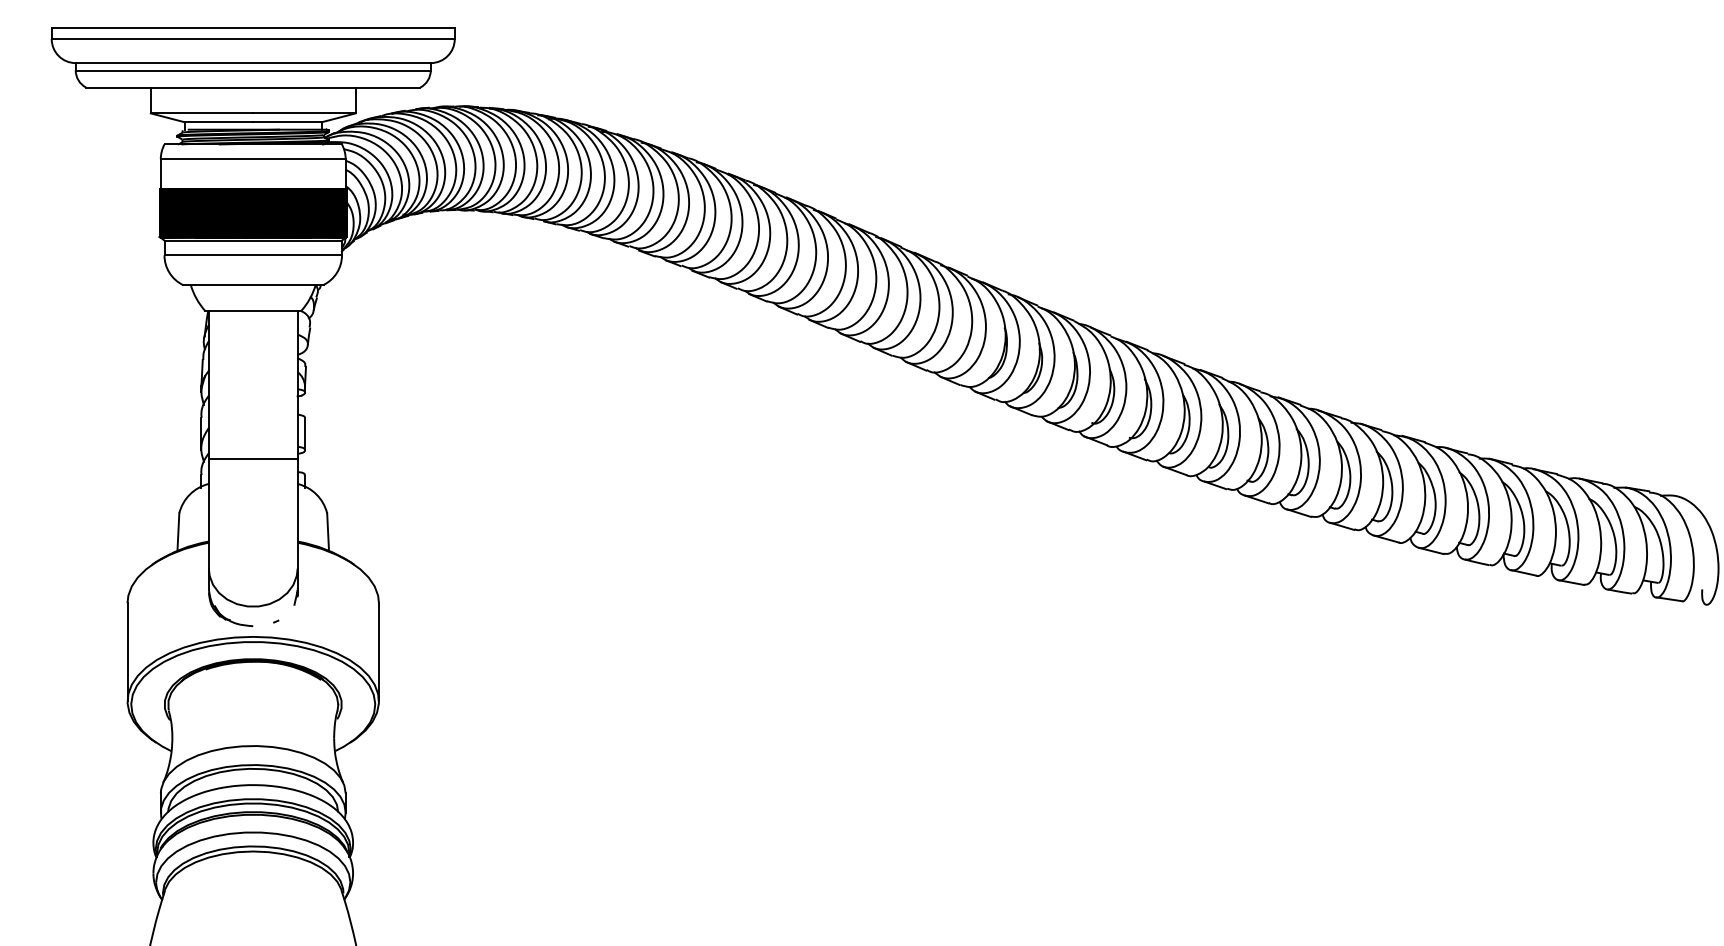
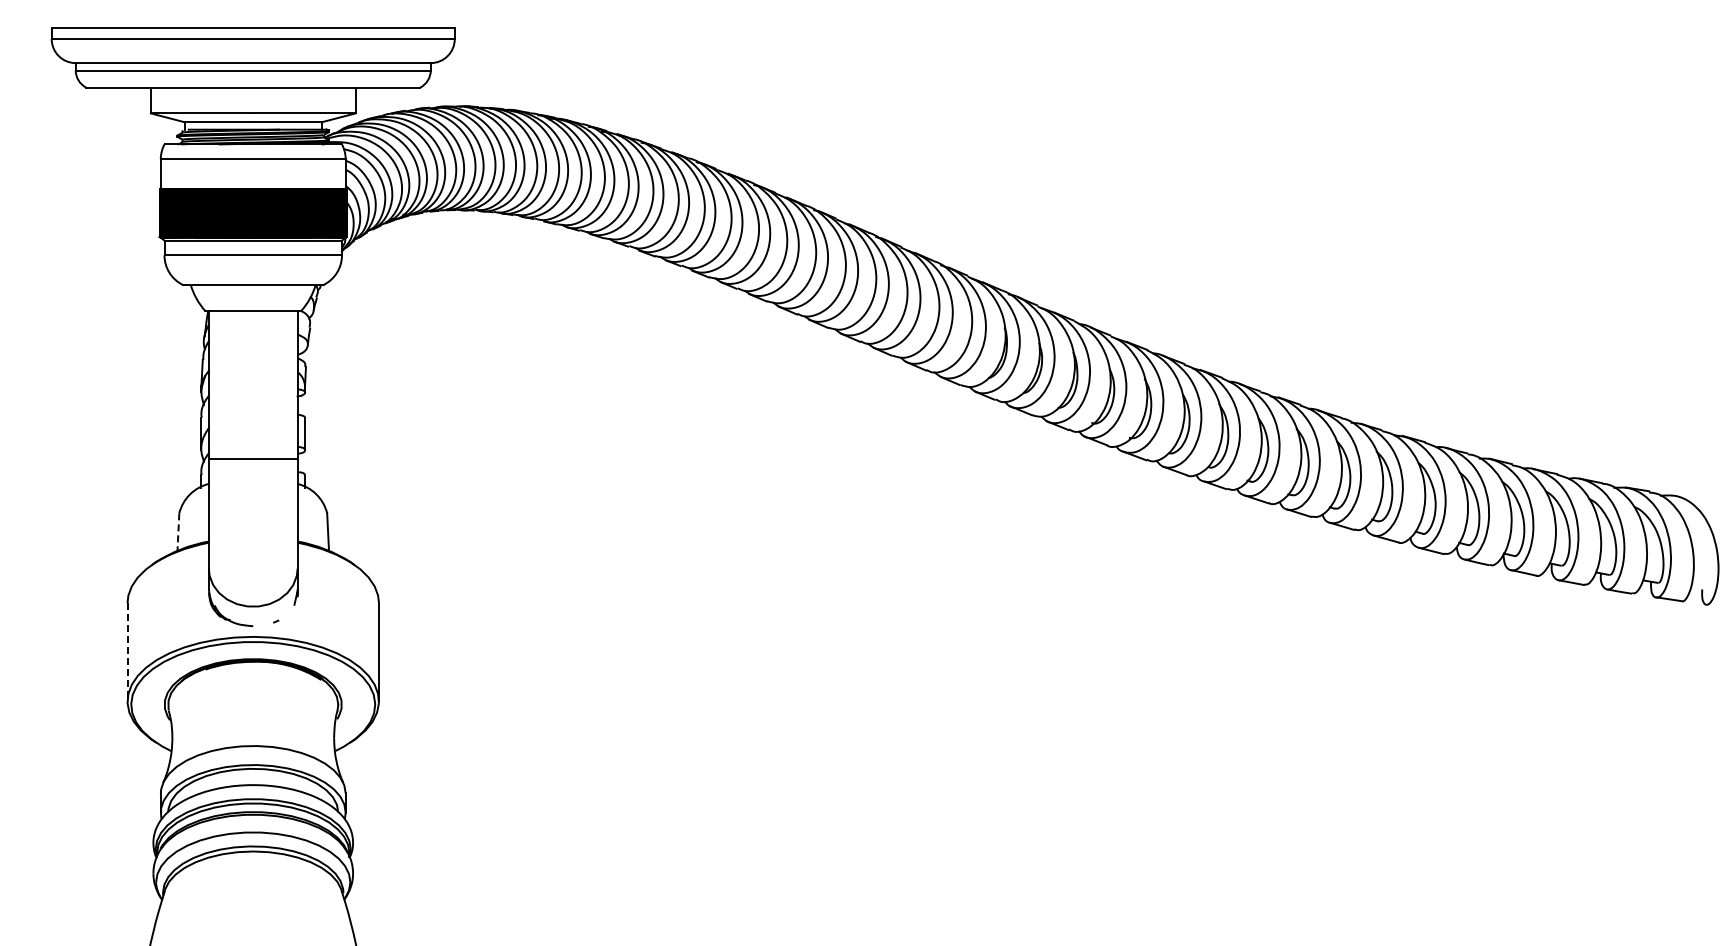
line at (178, 532): solid -> dashed
line at (127, 652): solid -> dashed
